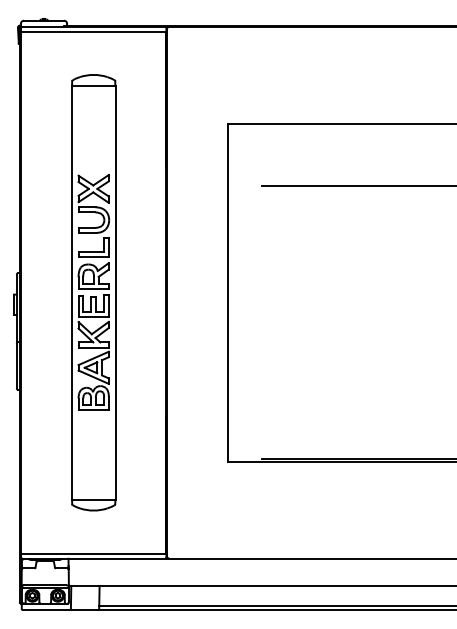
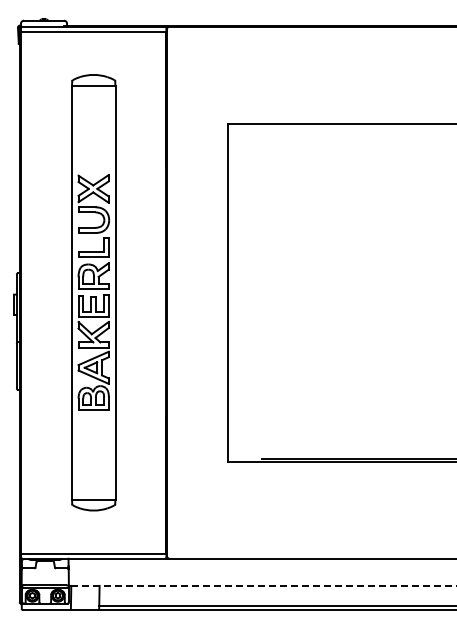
line at (357, 185): present -> none
line at (264, 585): solid -> dashed
